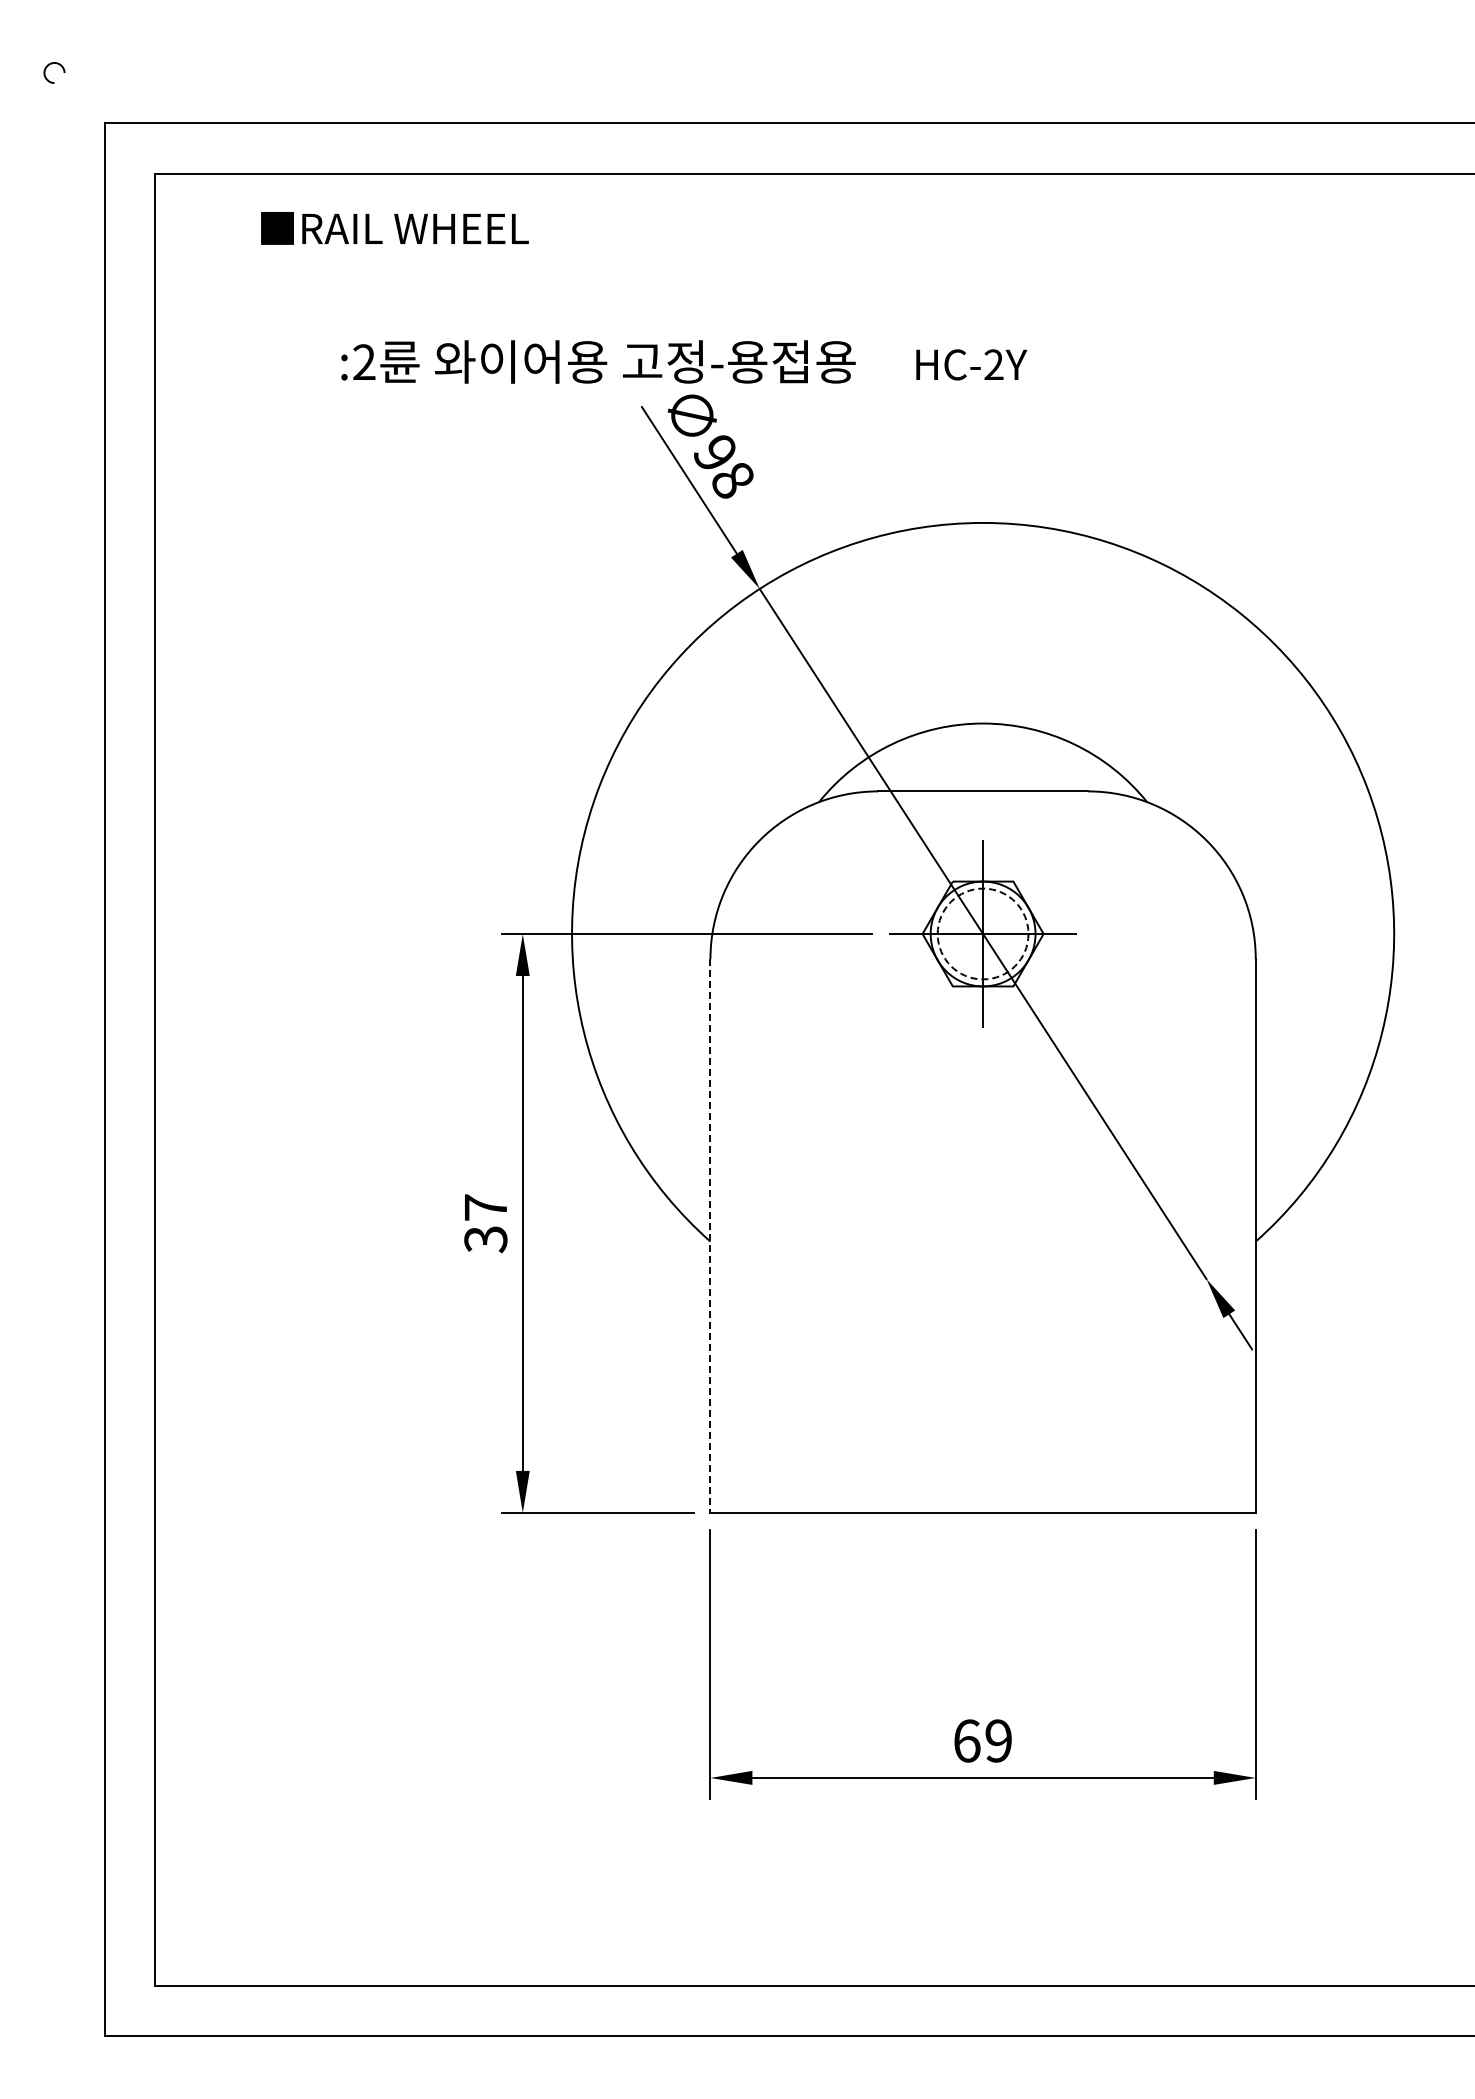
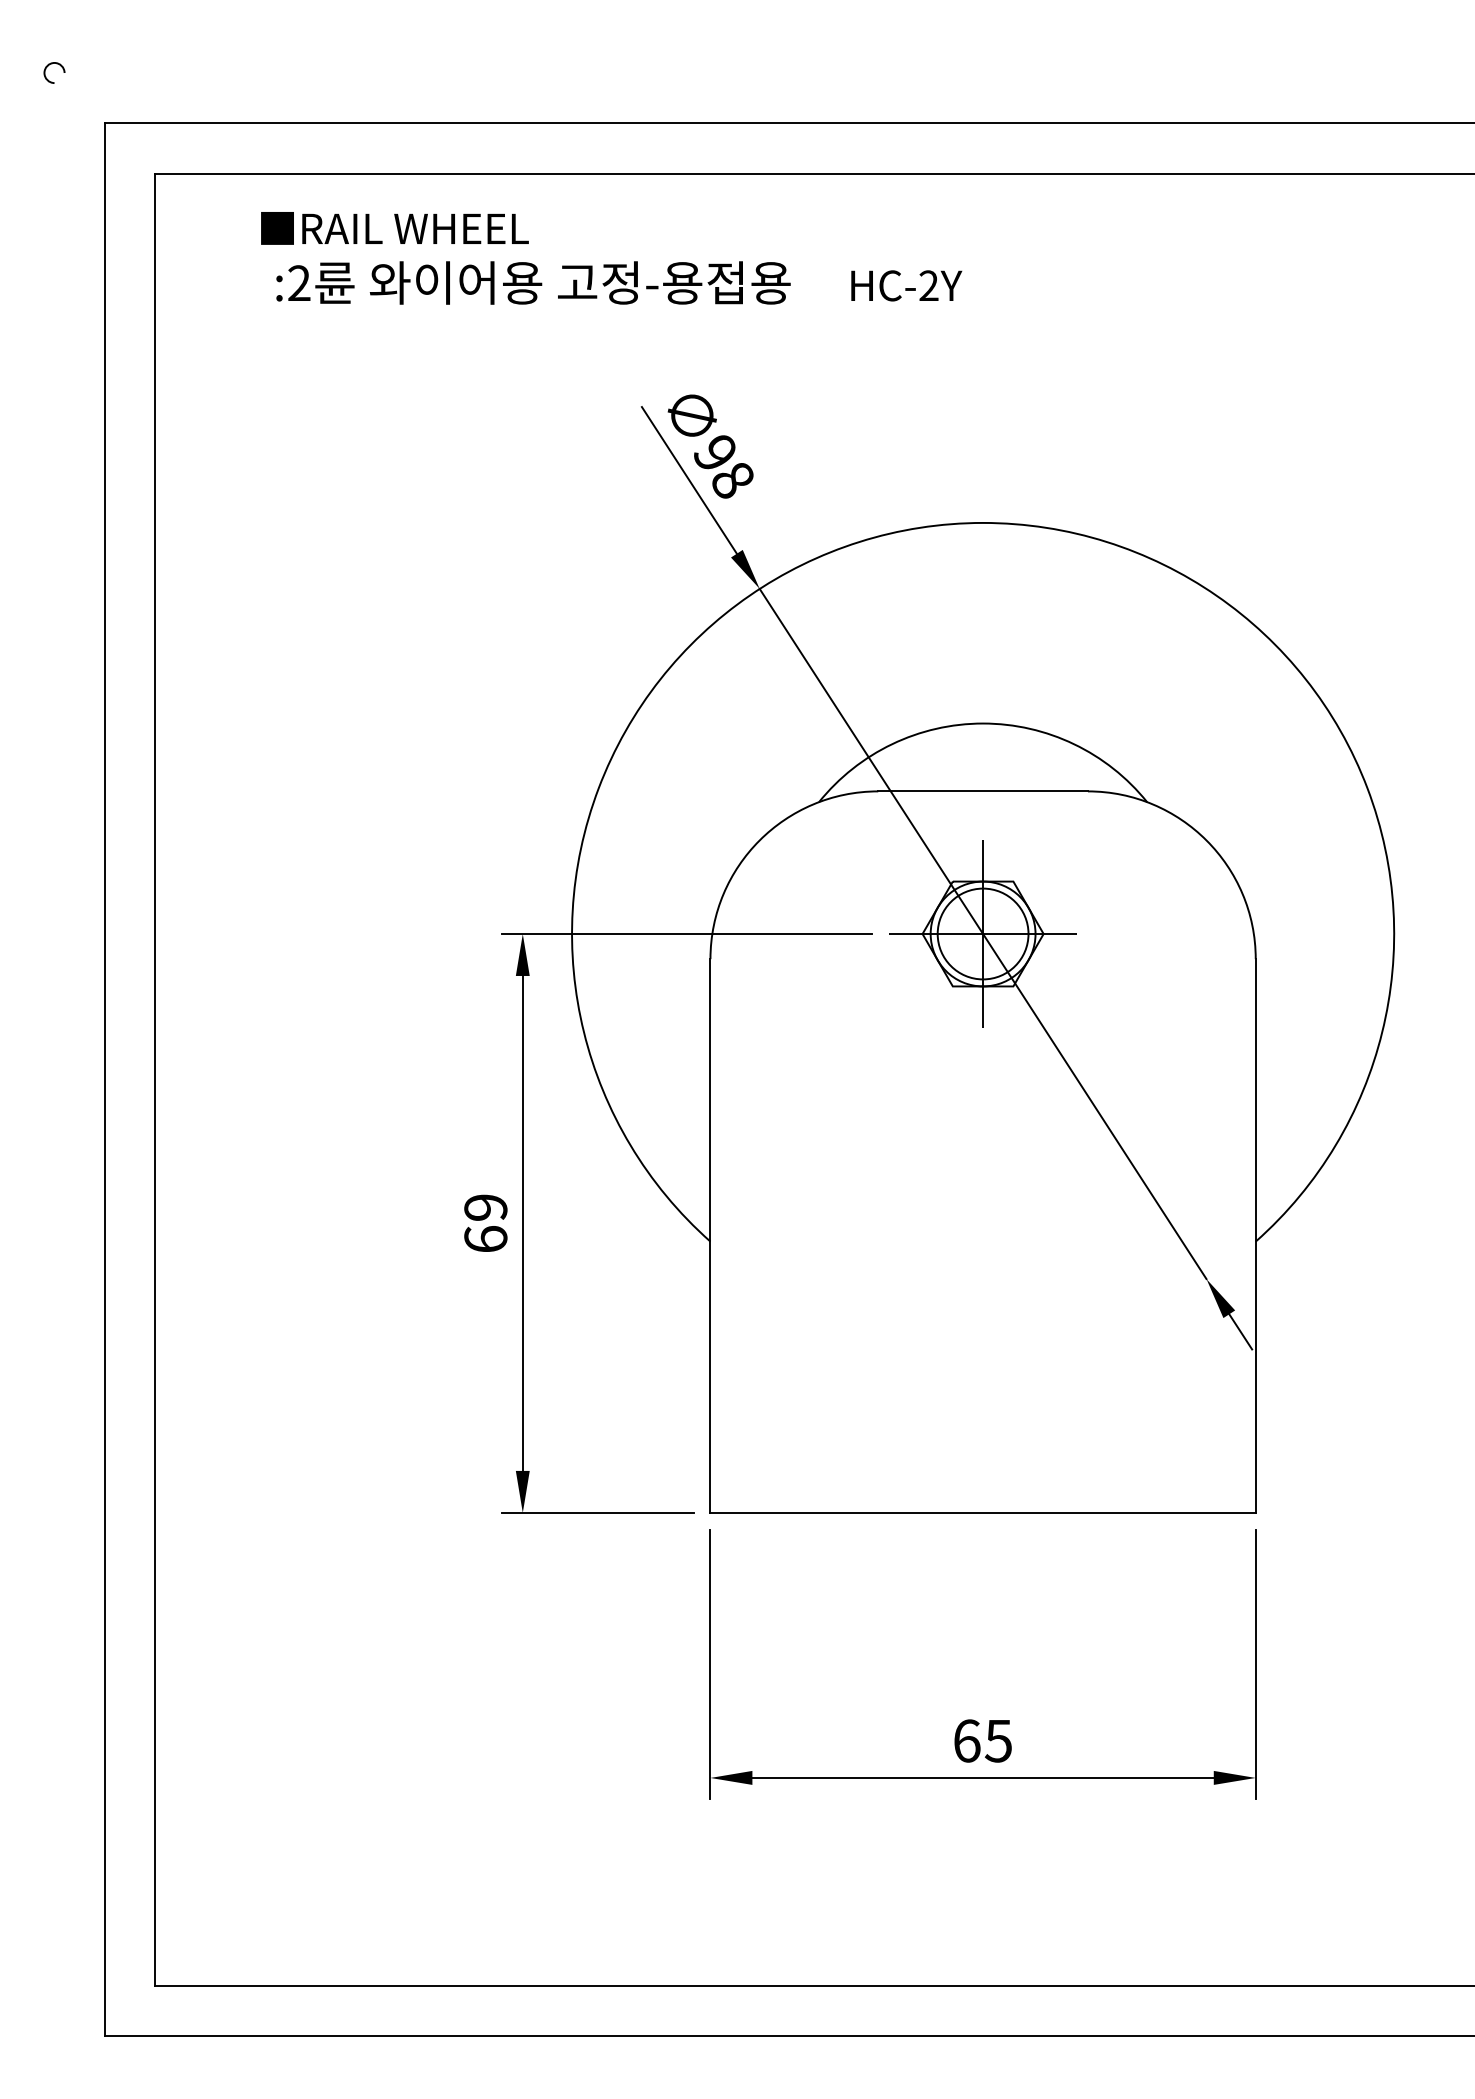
text at (684, 361) position: (684, 361) -> (619, 282)
circle at (982, 933): dashed -> solid
text at (485, 1223): 37 -> 69
line at (710, 1236): dashed -> solid
text at (997, 1740): 69 -> 65
